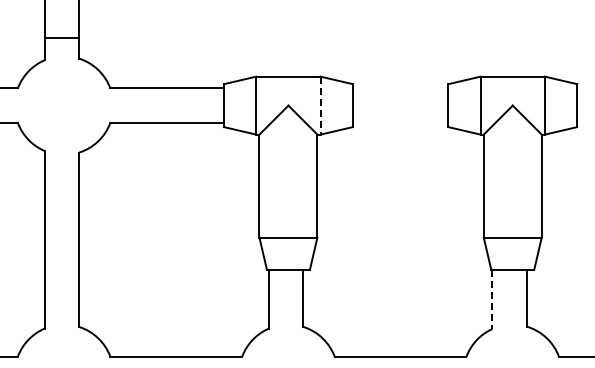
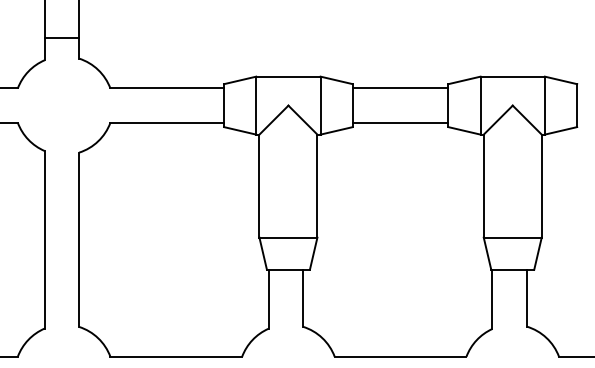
line at (400, 88): none -> present
line at (320, 105): dashed -> solid
line at (400, 122): none -> present
line at (492, 299): dashed -> solid
